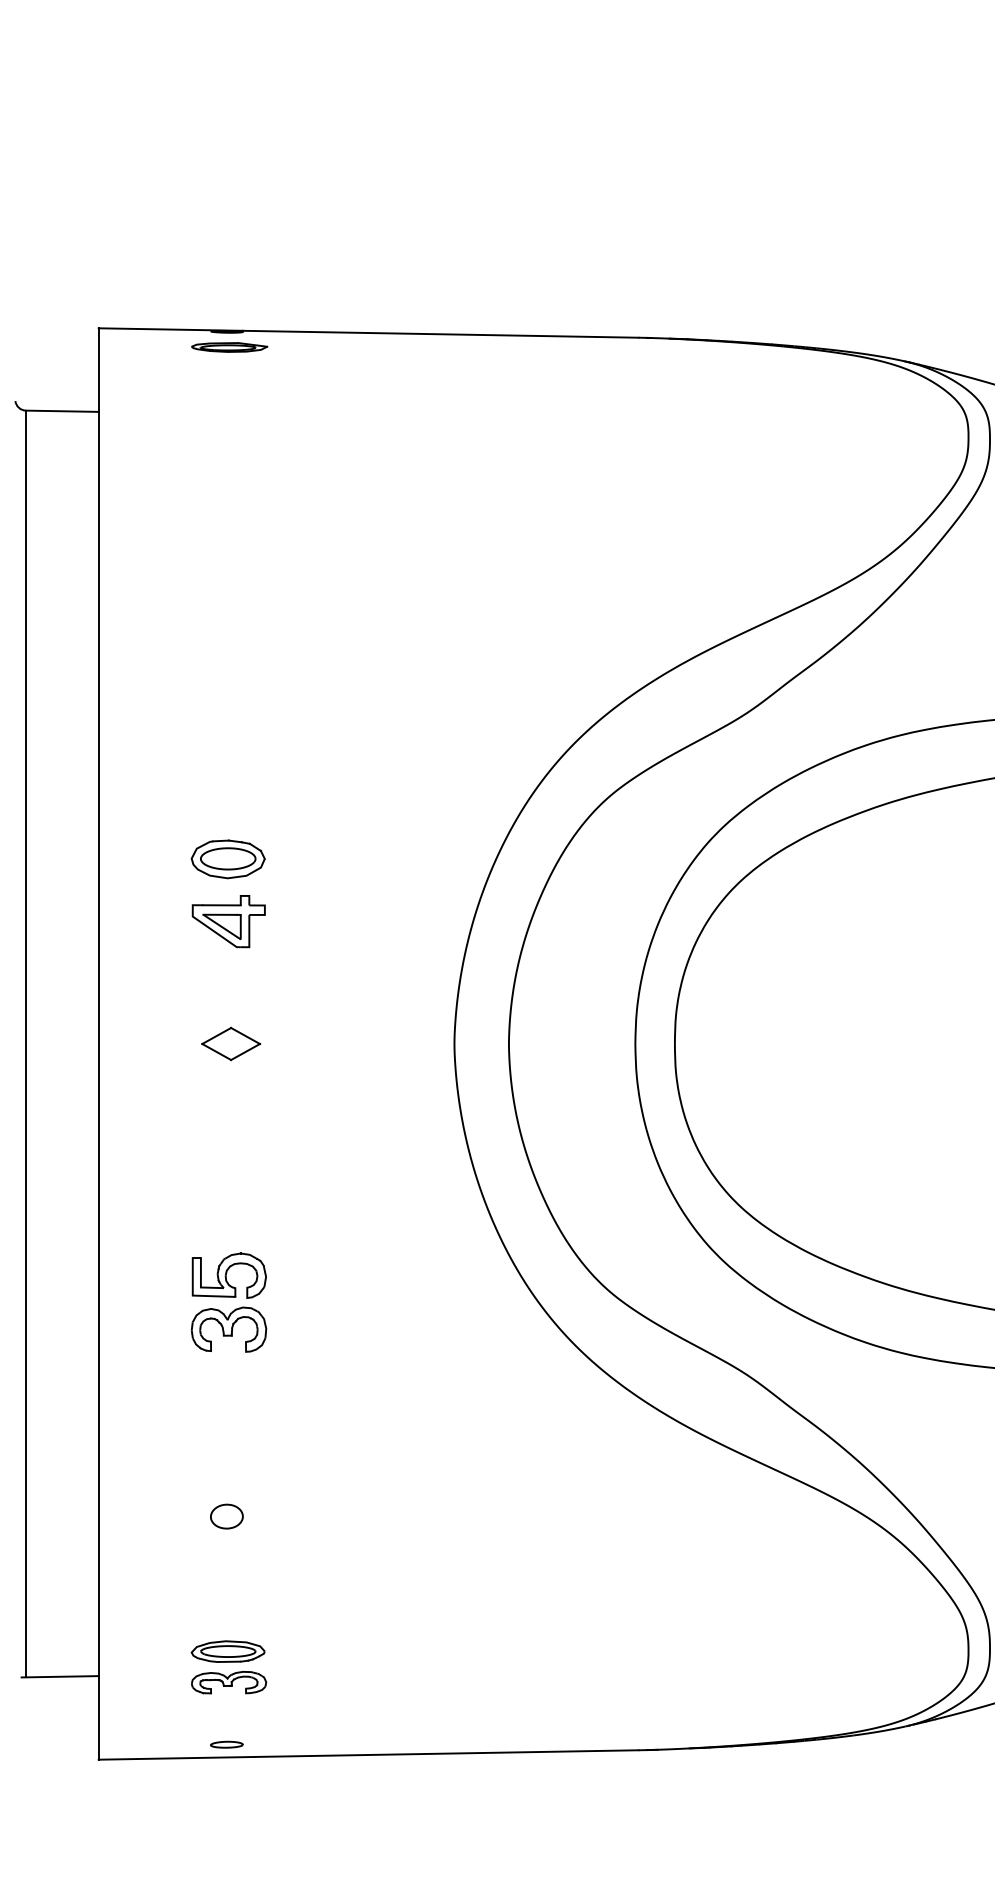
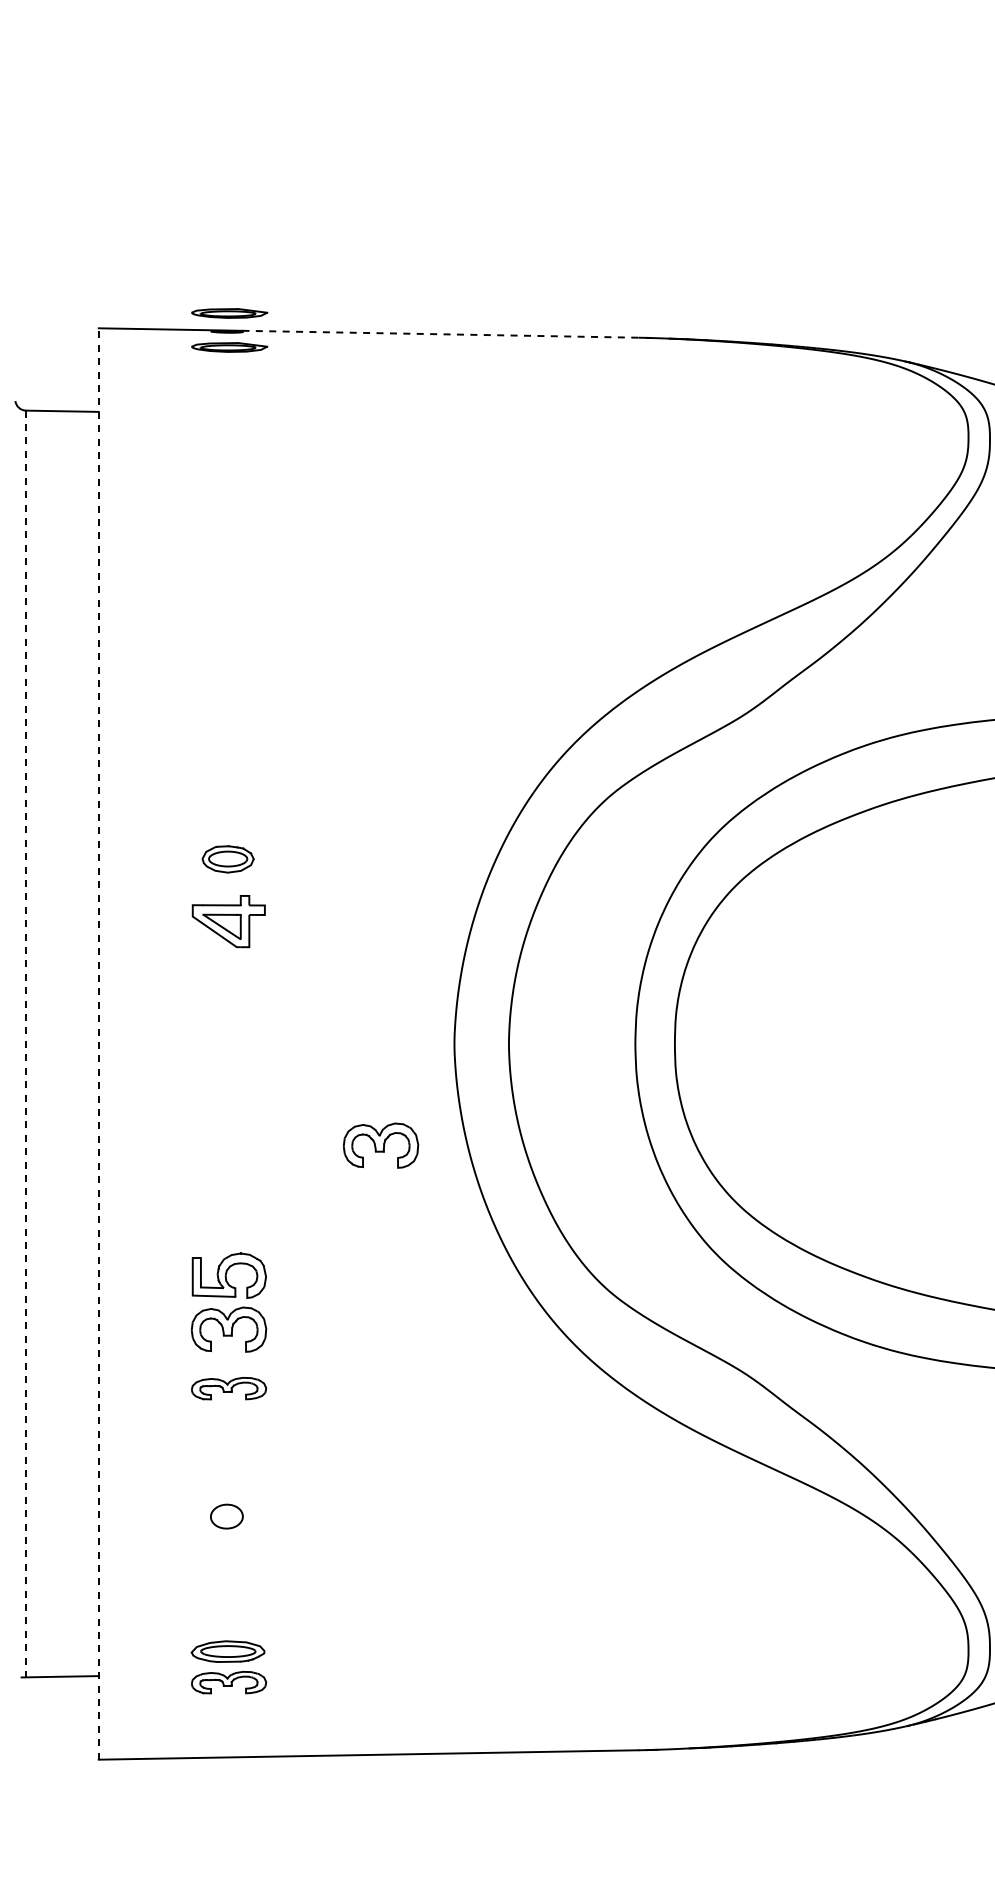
part at (229, 313): none -> present
line at (440, 334): solid -> dashed
part at (227, 859) size: 76x41 px -> 54x29 px
part at (230, 1043): present -> none
line at (26, 1044): solid -> dashed
line at (98, 1044): solid -> dashed
part at (380, 1145): none -> present
part at (229, 1388): none -> present
part at (226, 1744): present -> none
